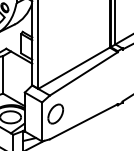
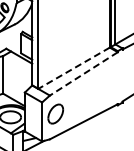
line at (73, 68): solid -> dashed
line at (83, 74): solid -> dashed
